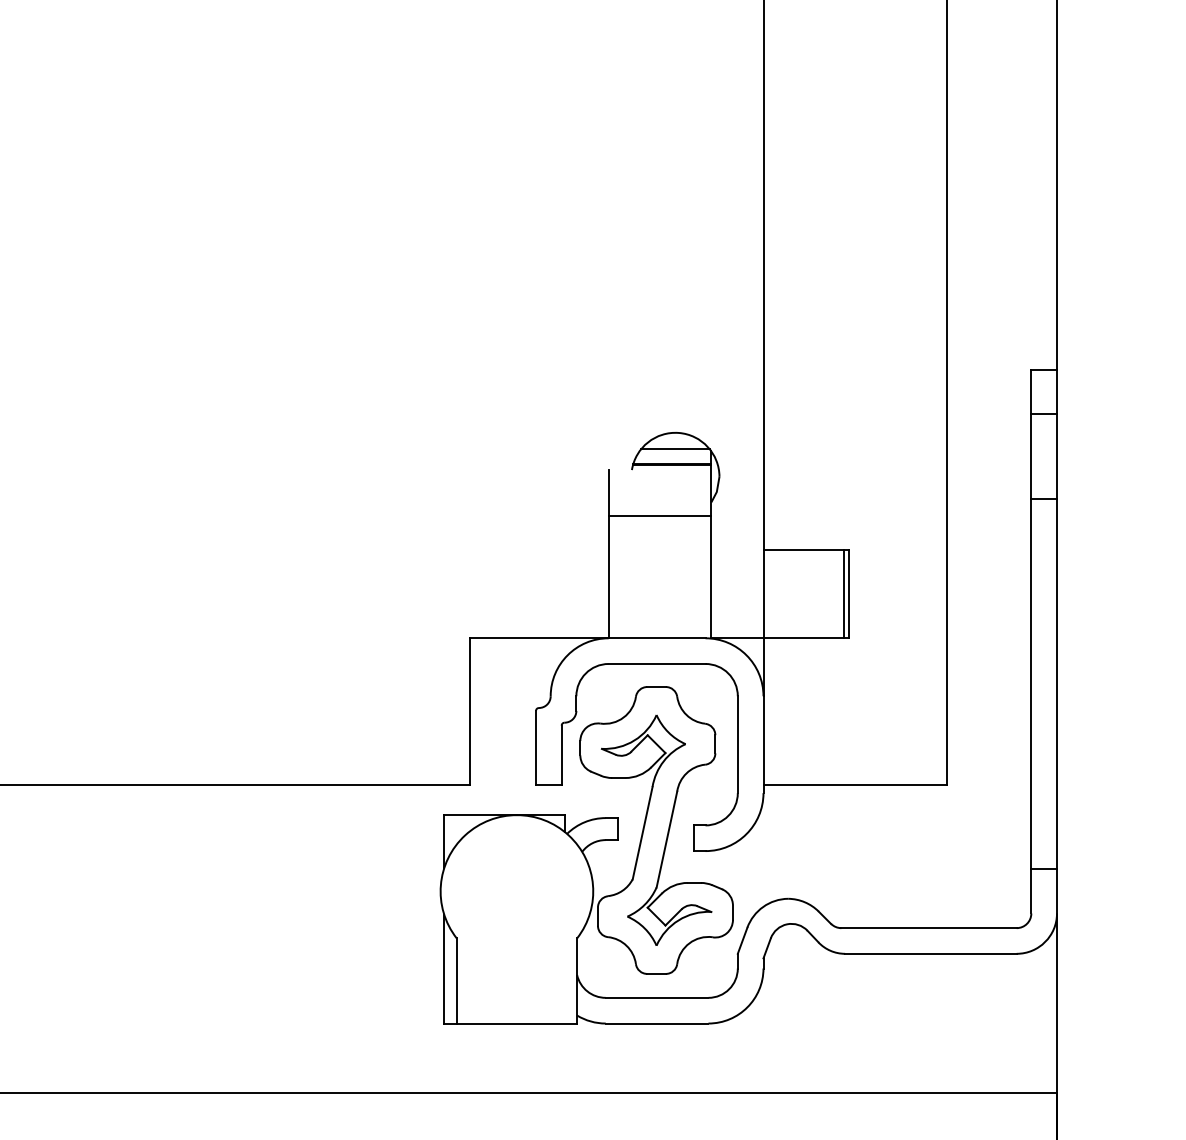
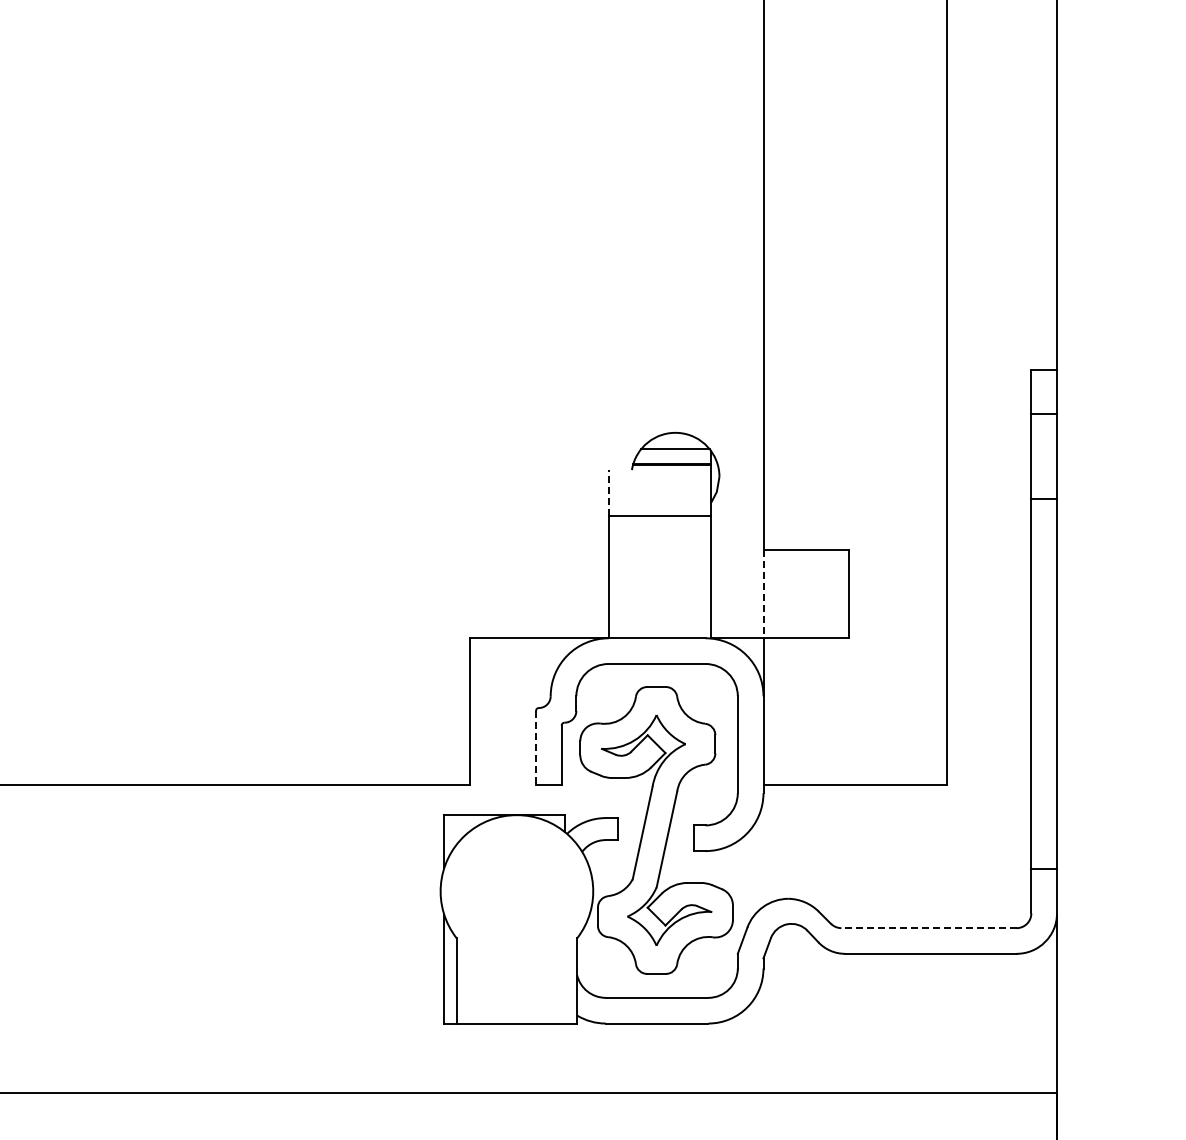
line at (608, 492): solid -> dashed
line at (763, 594): solid -> dashed
line at (844, 594): present -> none
line at (536, 748): solid -> dashed
line at (929, 928): solid -> dashed
